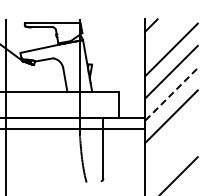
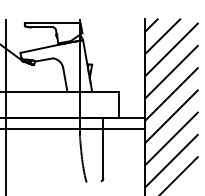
line at (162, 36): none -> present
line at (171, 94): dashed -> solid
line at (171, 138): none -> present
line at (171, 160): none -> present
